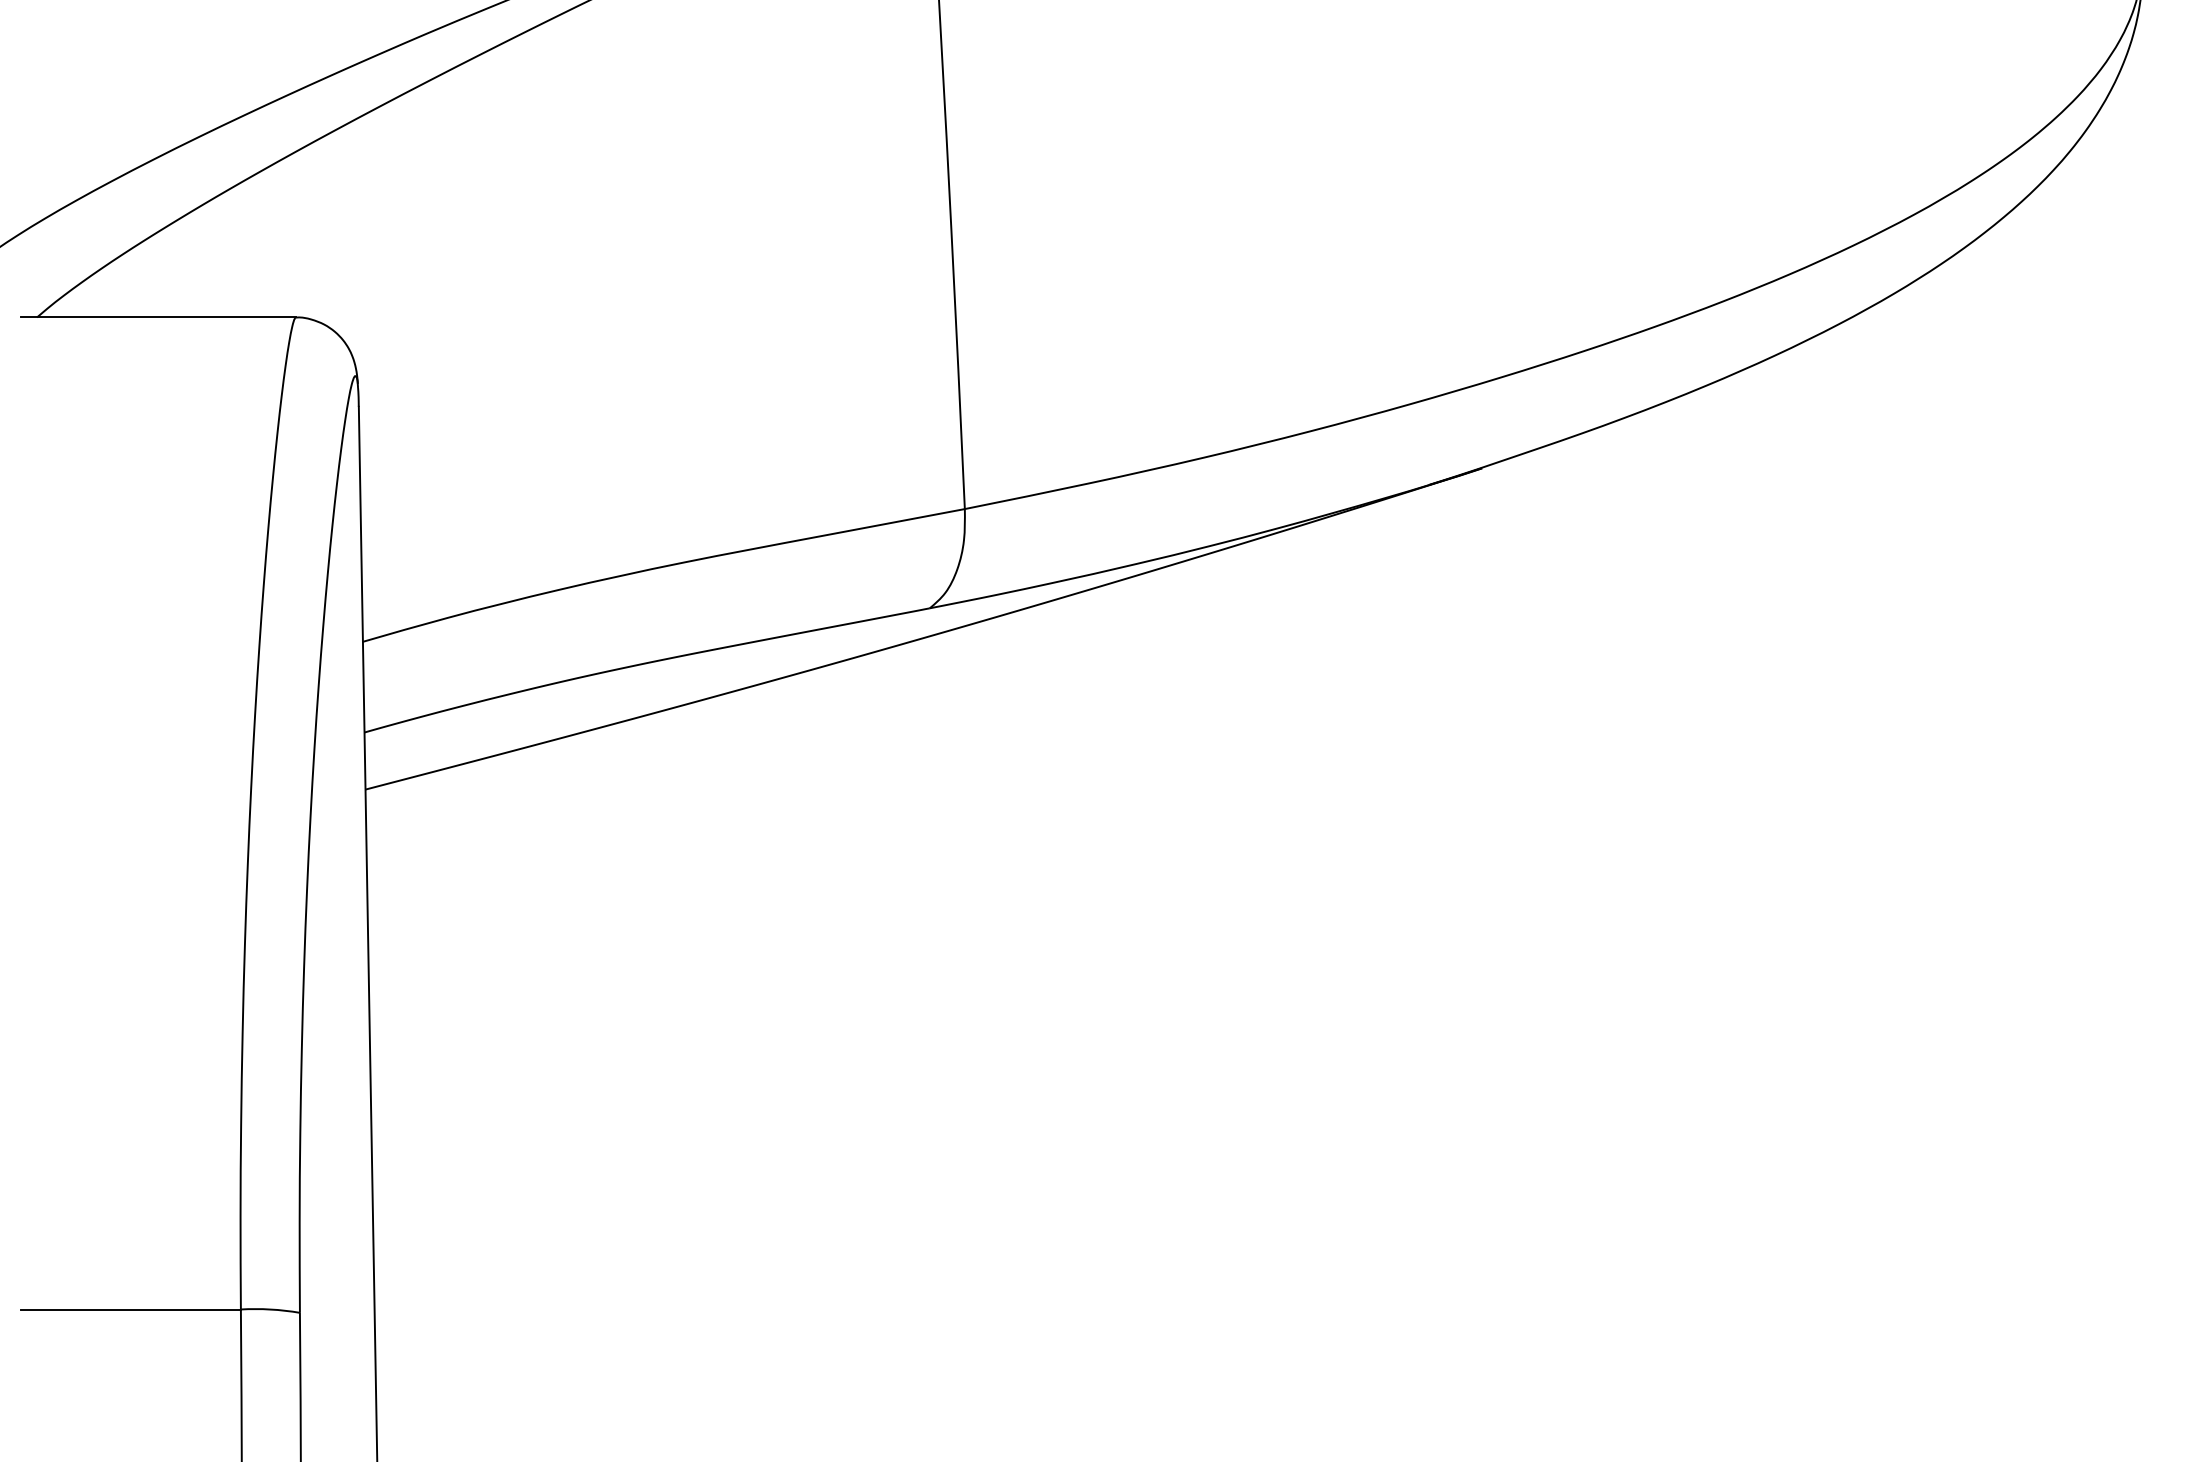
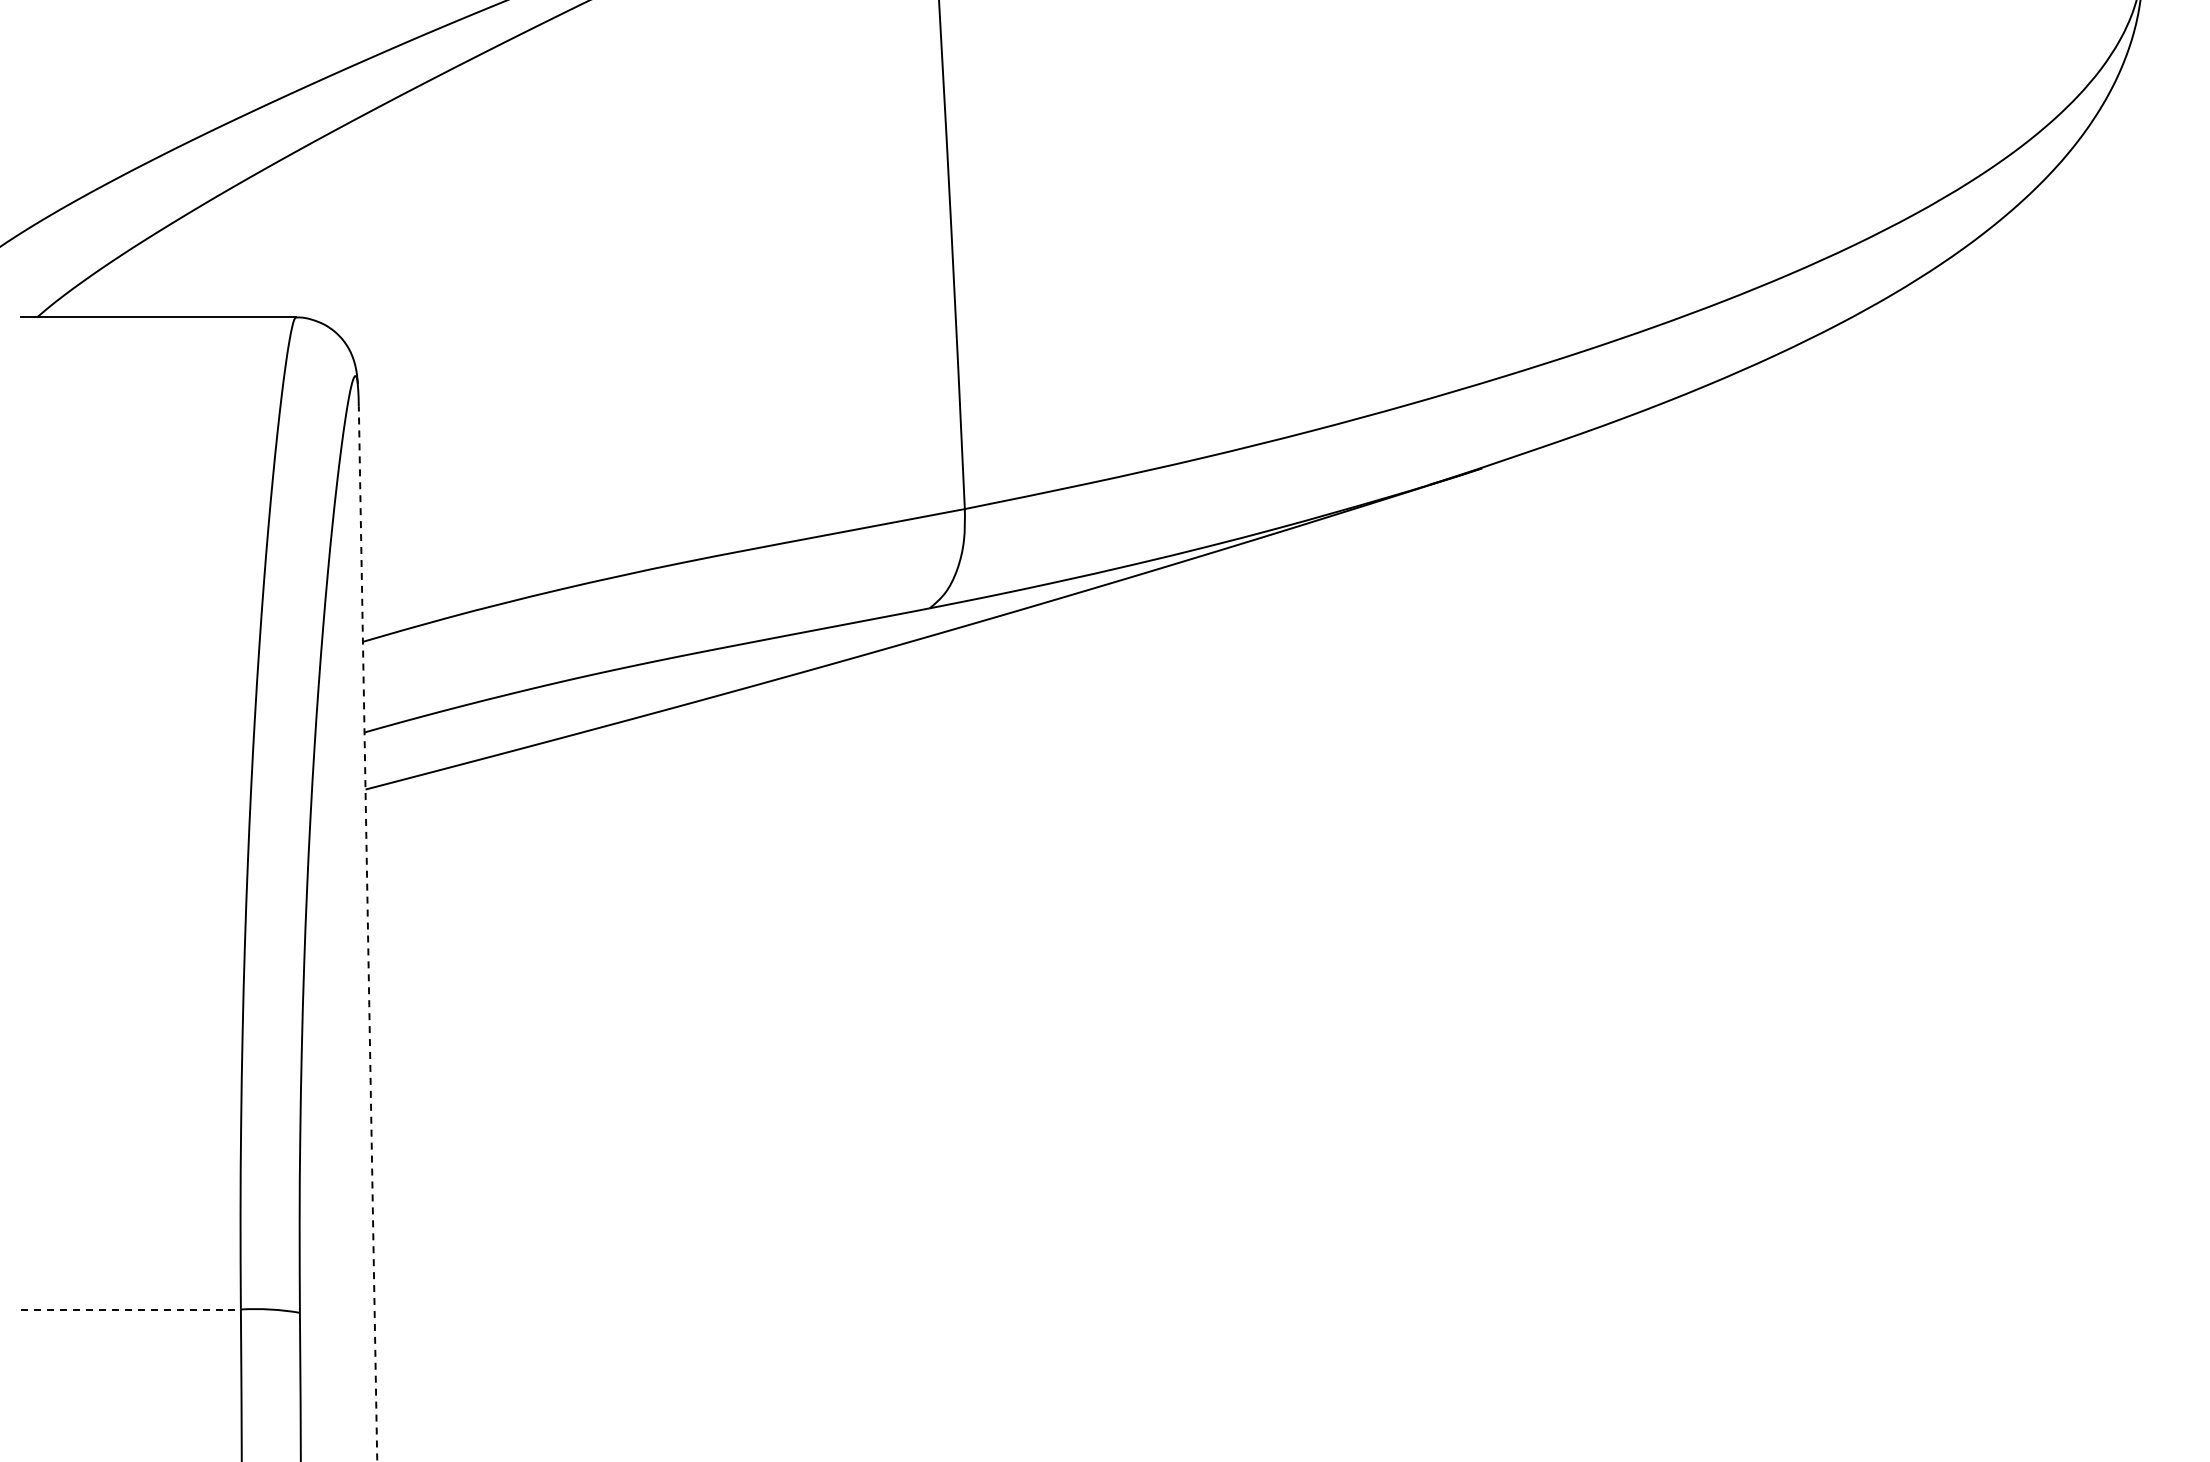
line at (368, 933): solid -> dashed
line at (131, 1309): solid -> dashed
